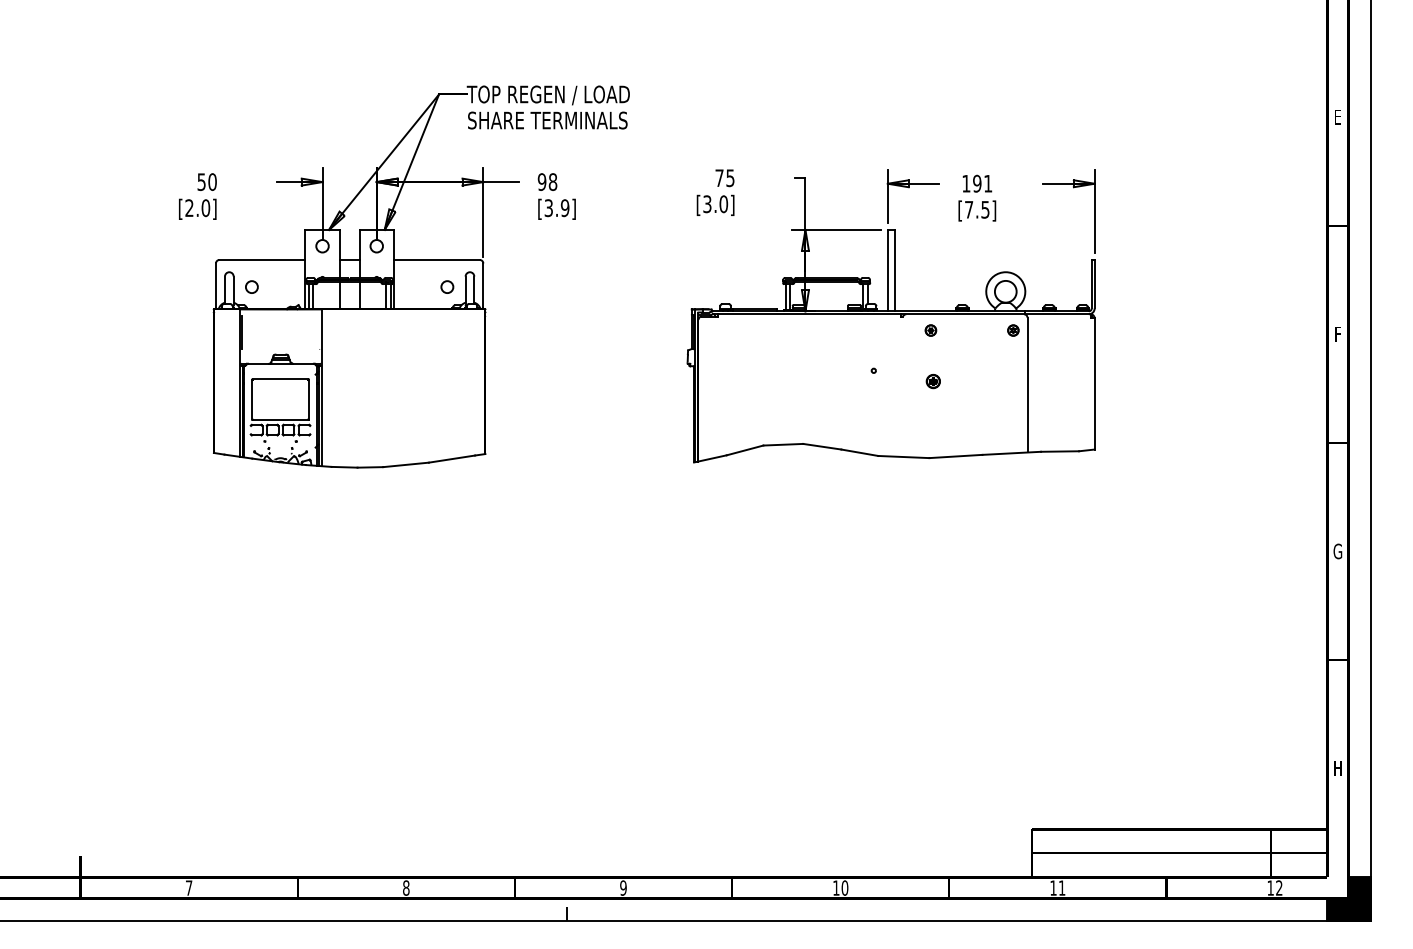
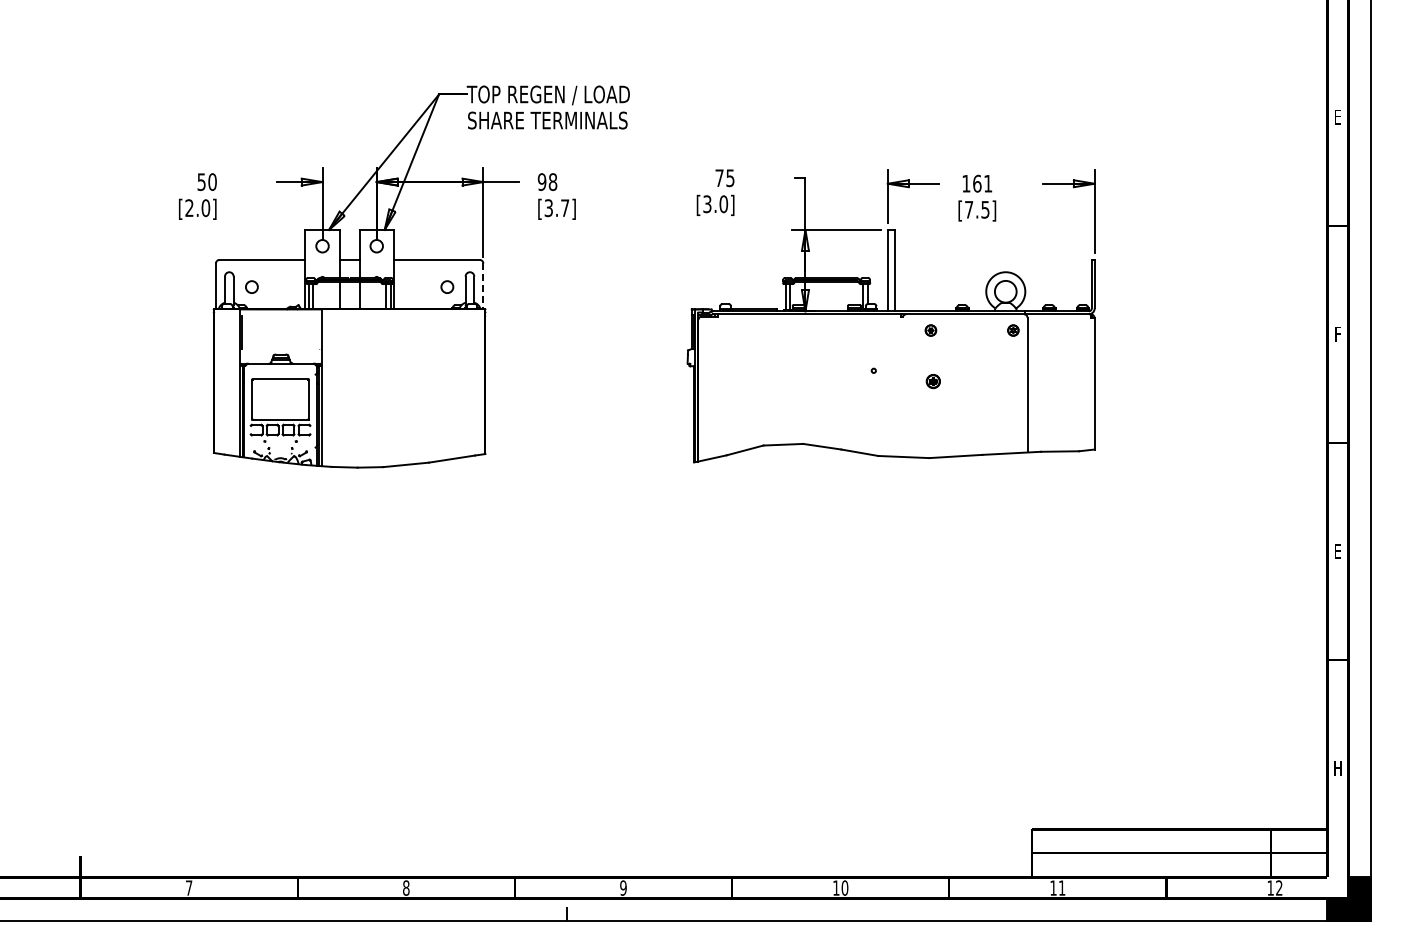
text at (977, 183): 191 -> 161
text at (564, 208): [3.9] -> [3.7]
line at (483, 286): solid -> dashed
text at (1337, 551): G -> E
